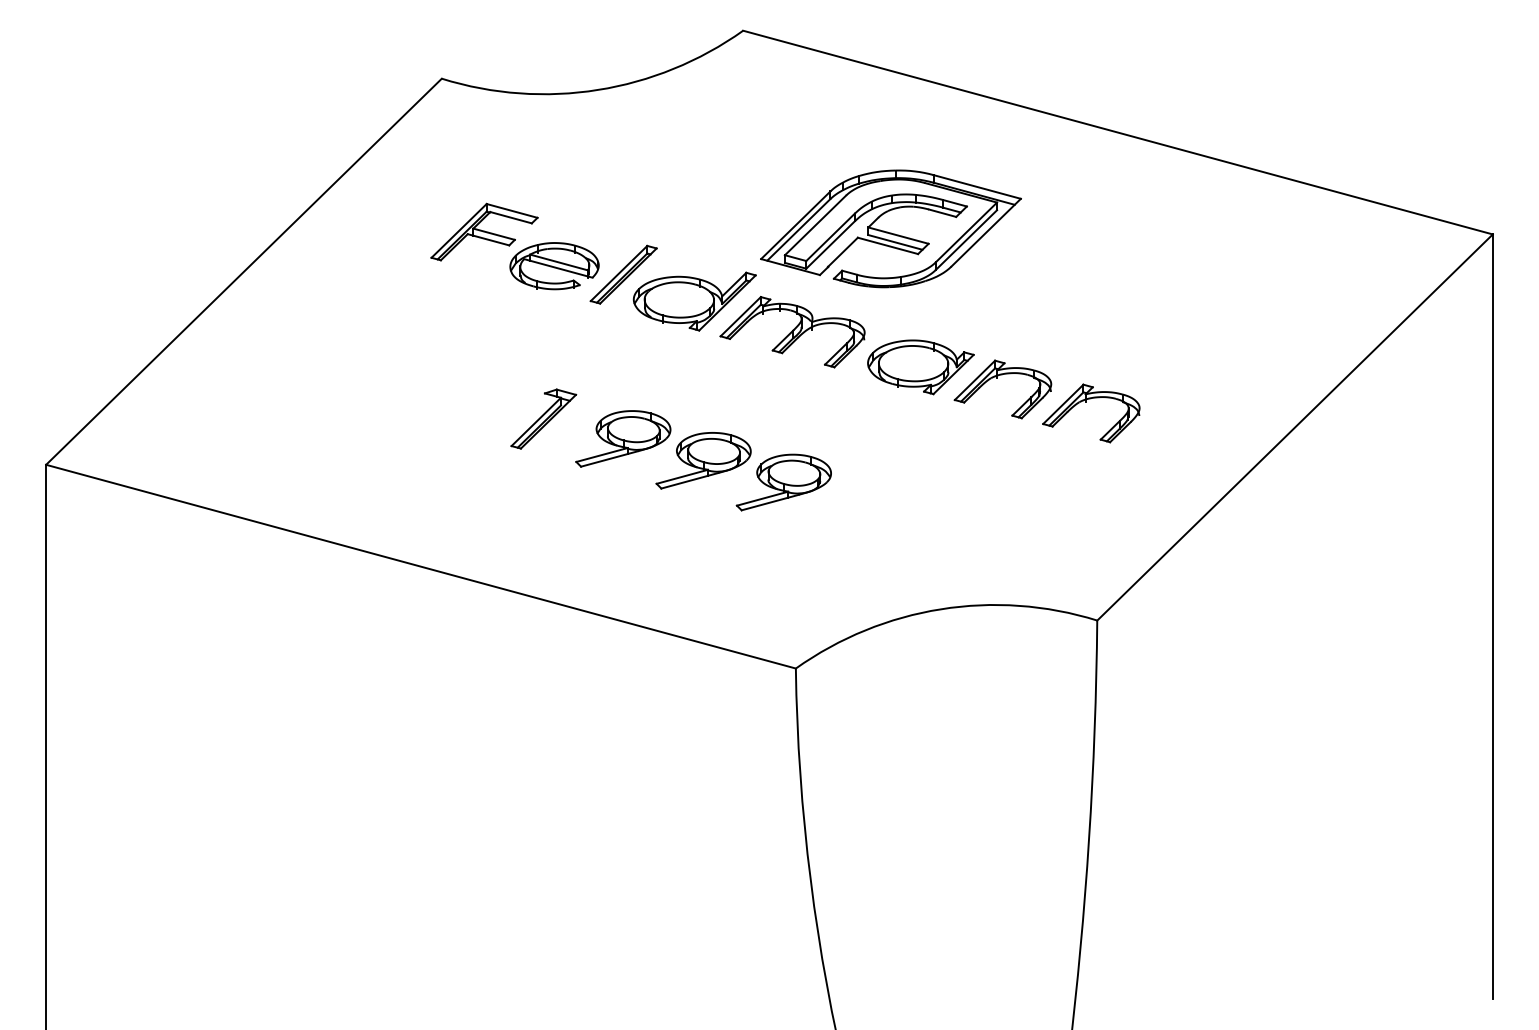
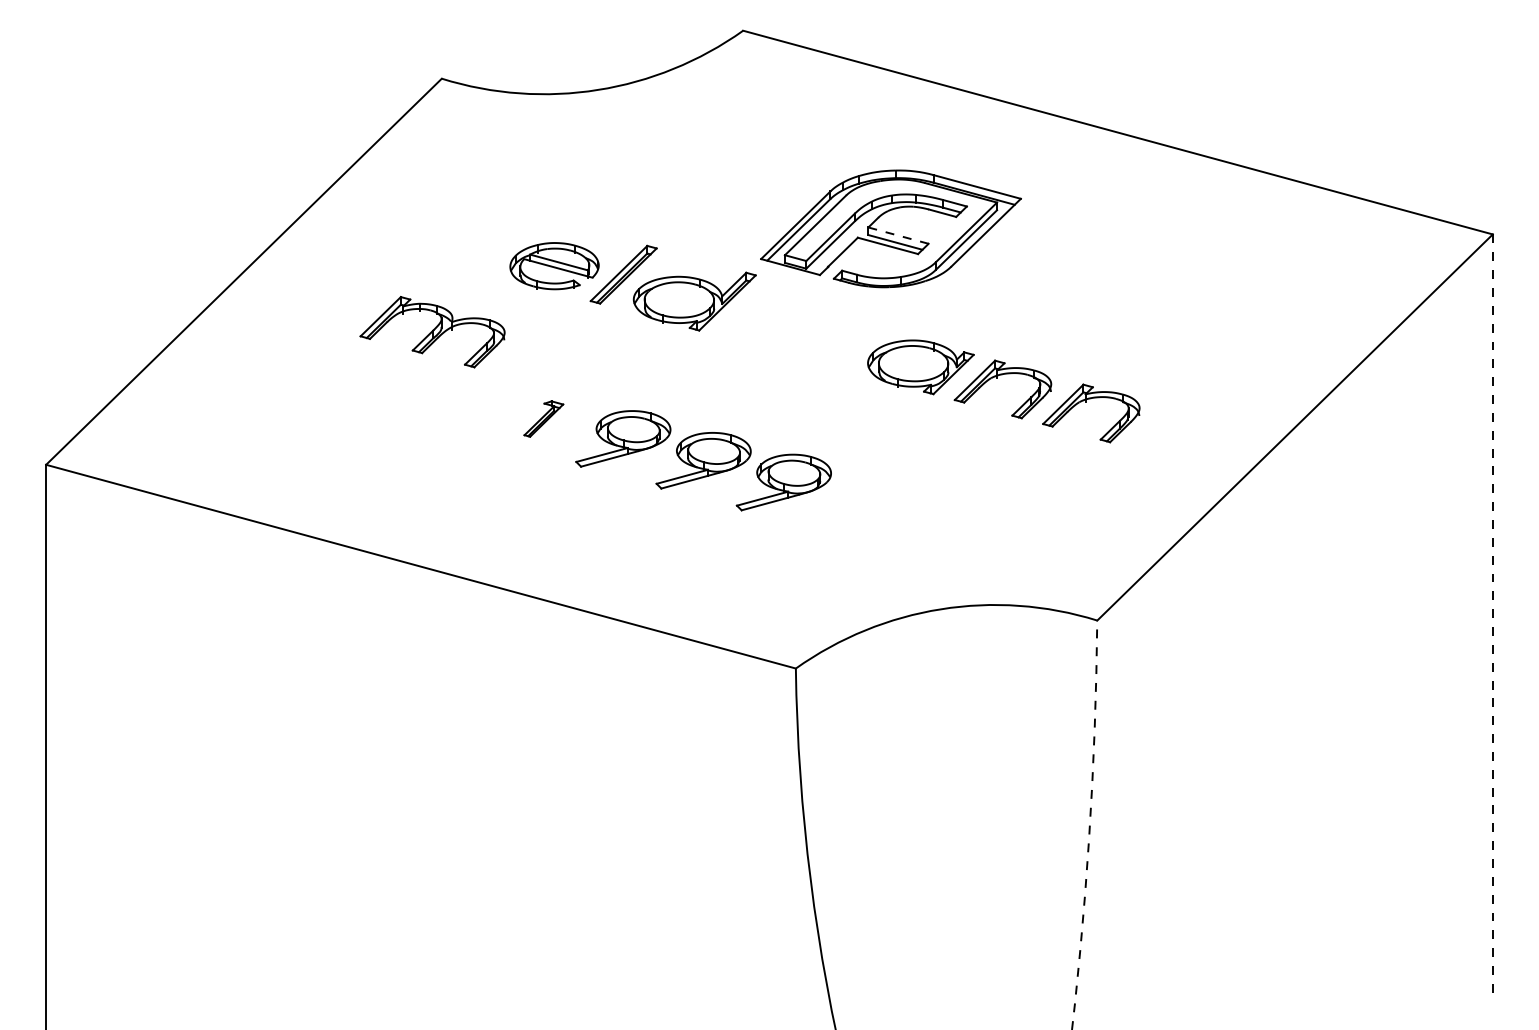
part at (484, 231): present -> none
line at (899, 235): solid -> dashed
part at (792, 332) position: (792, 332) -> (432, 332)
part at (543, 418) size: 68x62 px -> 42x38 px
line at (1492, 617): solid -> dashed
arc at (1089, 826): solid -> dashed
